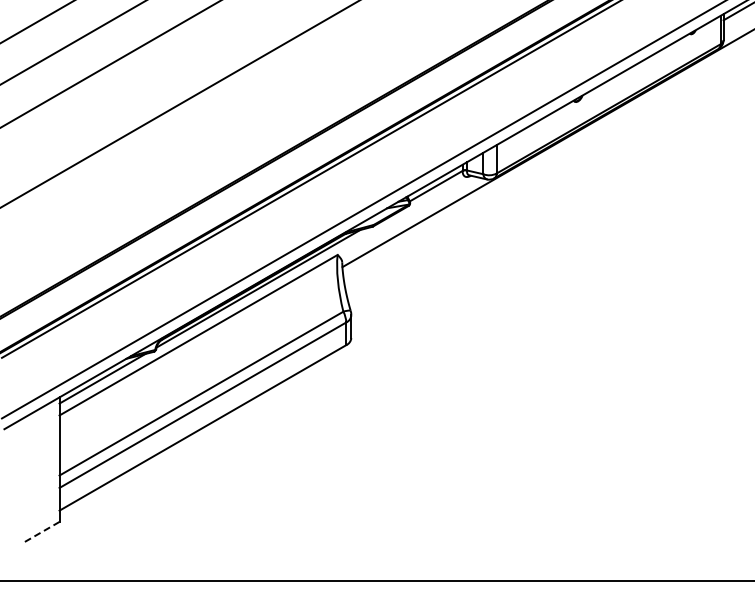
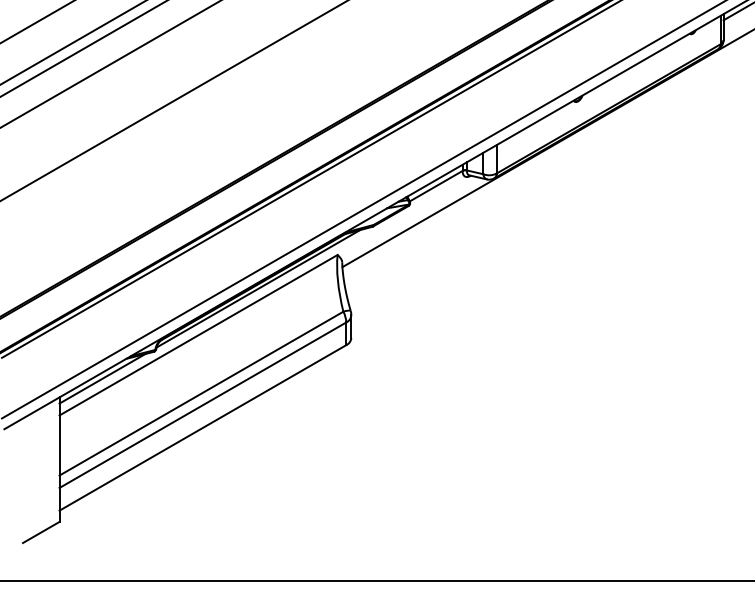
line at (83, 48): none -> present
line at (179, 104) position: (179, 104) -> (173, 100)
line at (40, 532): dashed -> solid
